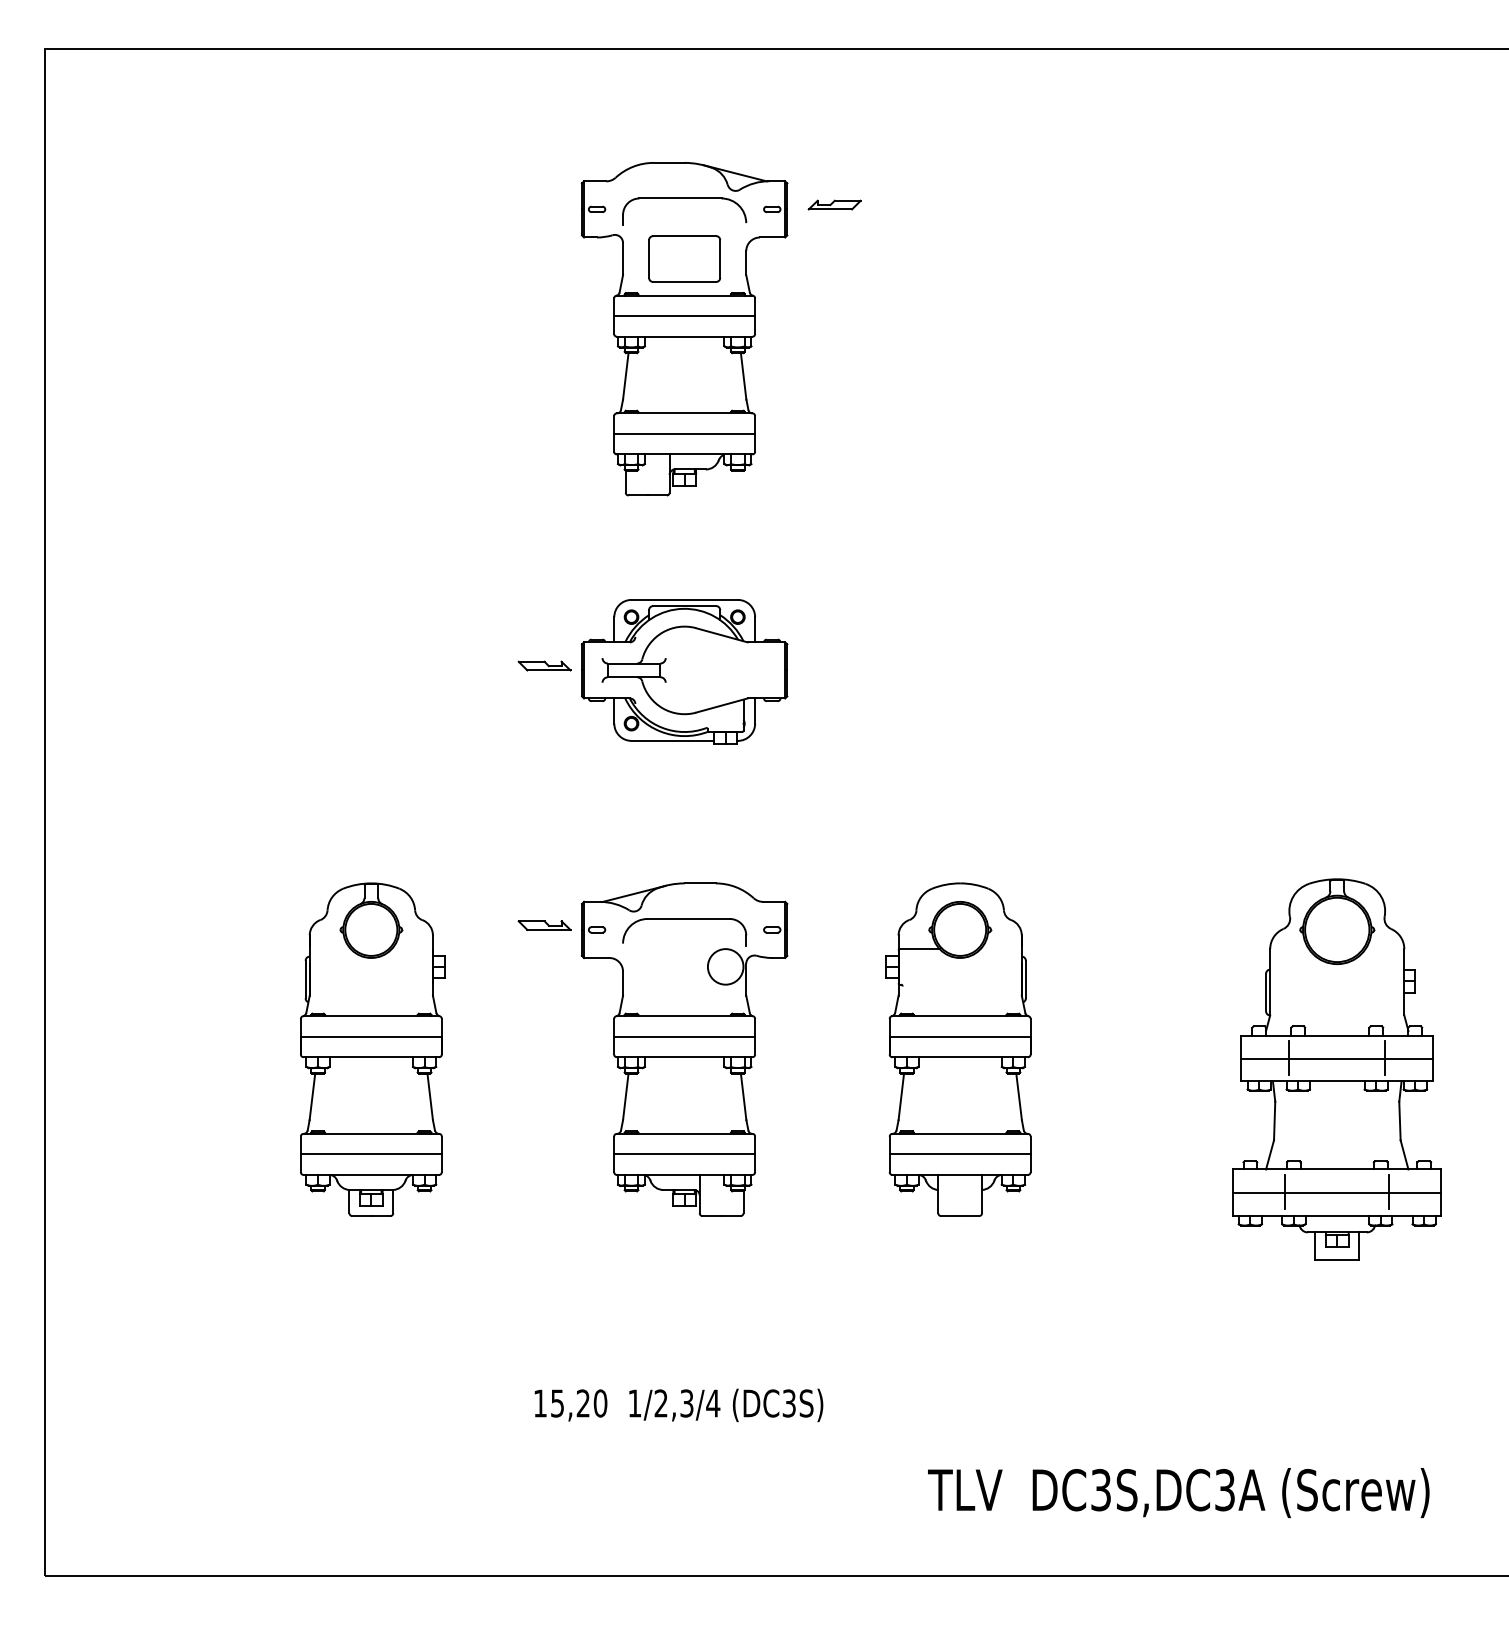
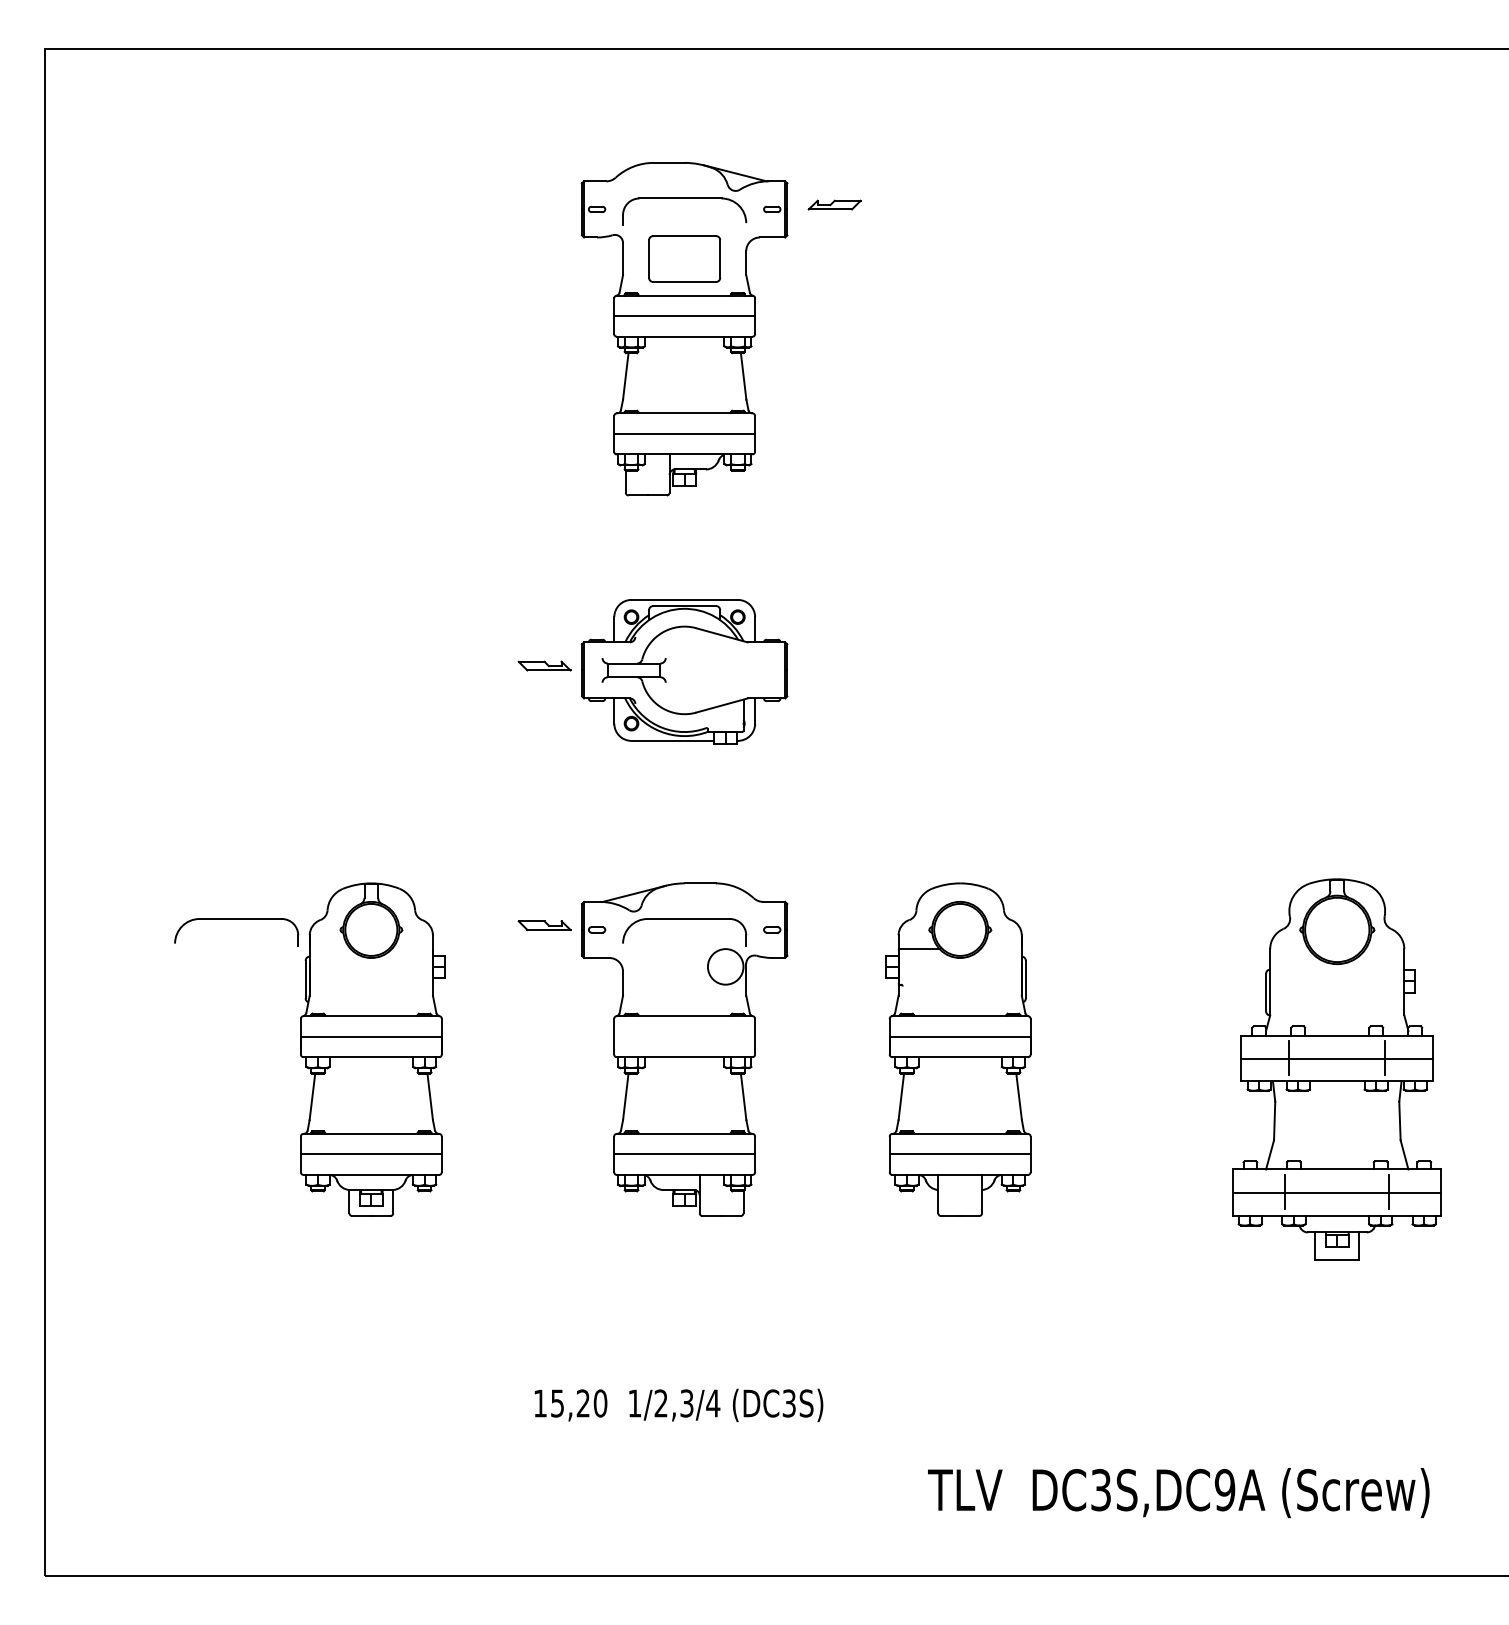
part at (236, 919): none -> present
line at (684, 1036): present -> none
text at (1224, 1490): DC3S,DC3A -> DC3S,DC9A
